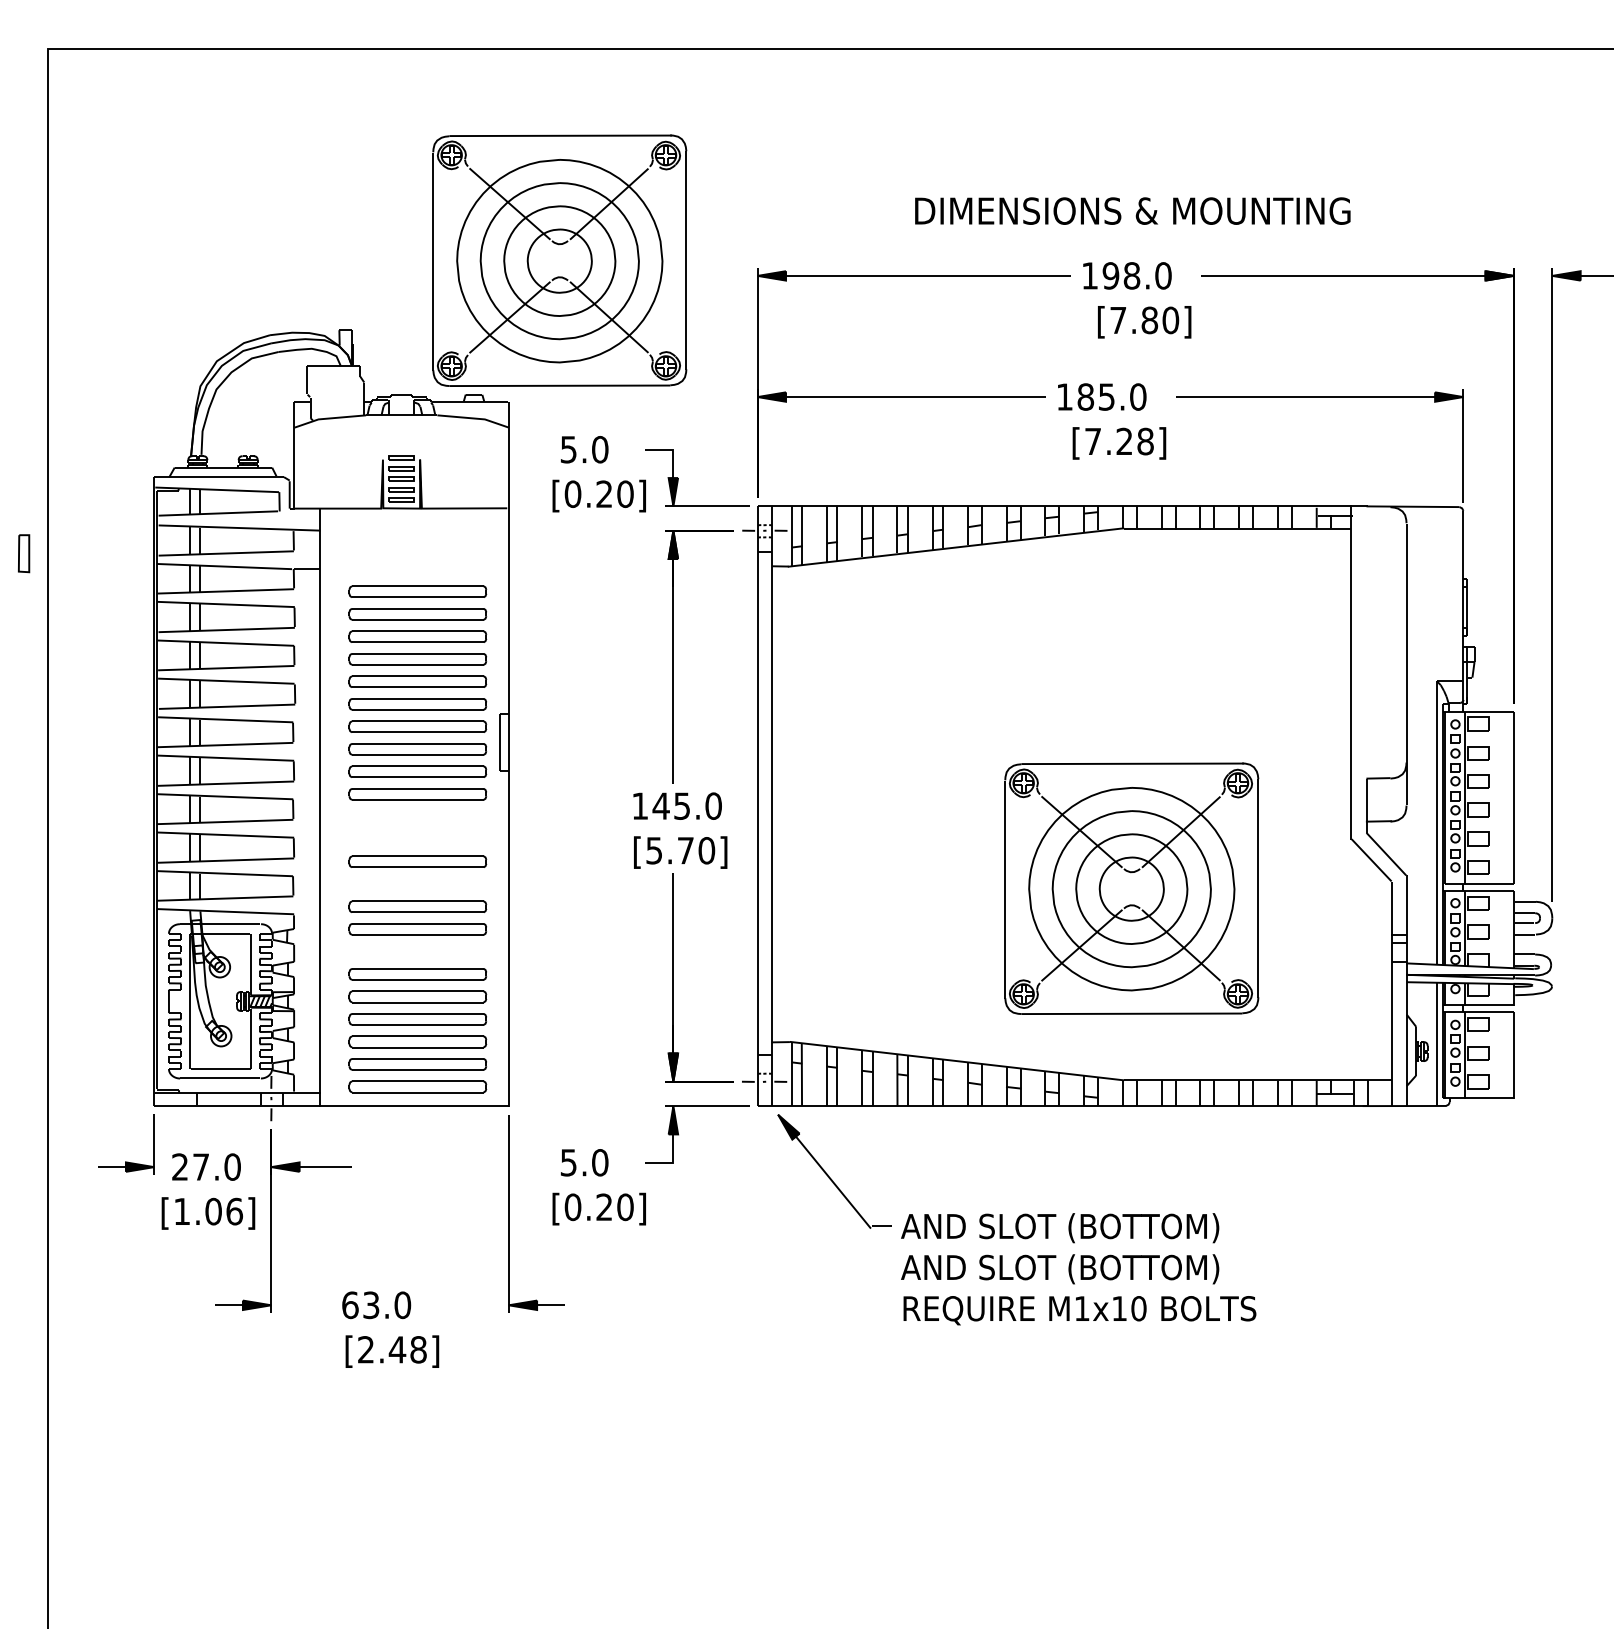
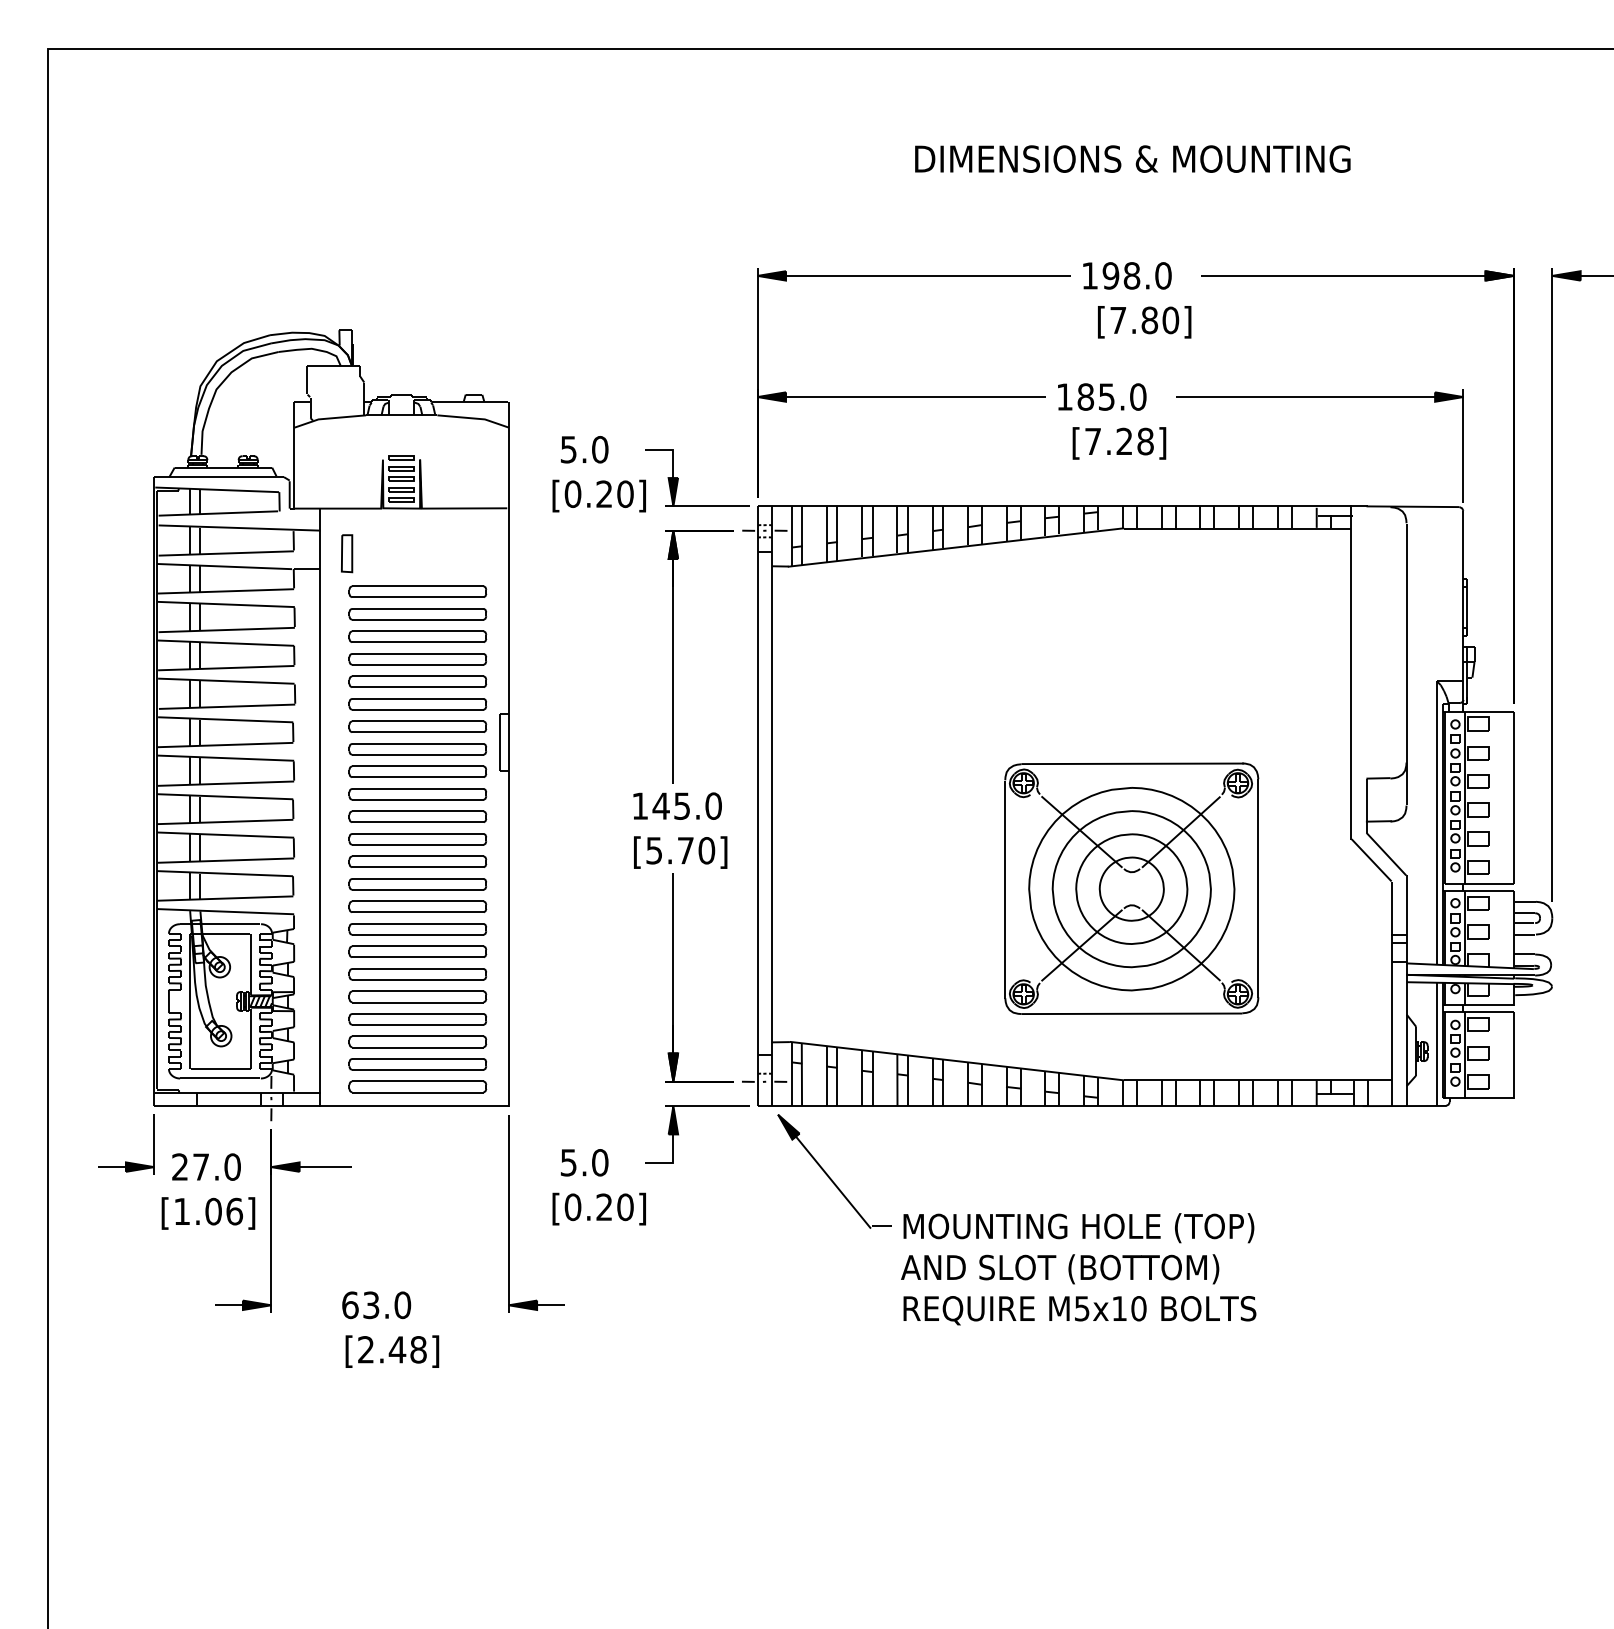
text at (1132, 210) position: (1132, 210) -> (1132, 158)
part at (559, 260): present -> none
part at (24, 553) position: (24, 553) -> (347, 553)
part at (417, 816): none -> present
part at (417, 839): none -> present
part at (417, 884): none -> present
part at (417, 951): none -> present
text at (1077, 1228): AND SLOT (BOTTOM) -> MOUNTING HOLE (TOP)
text at (1082, 1308): M1x10 -> M5x10
